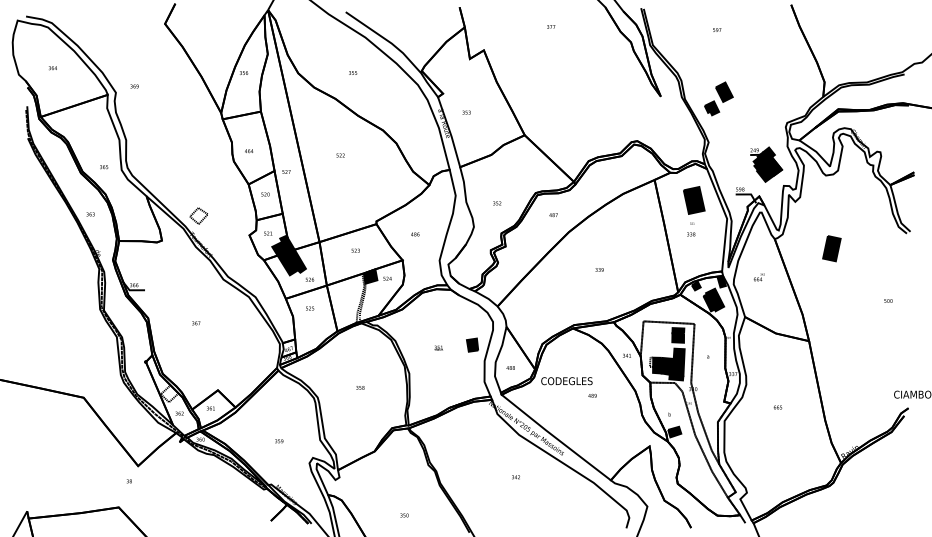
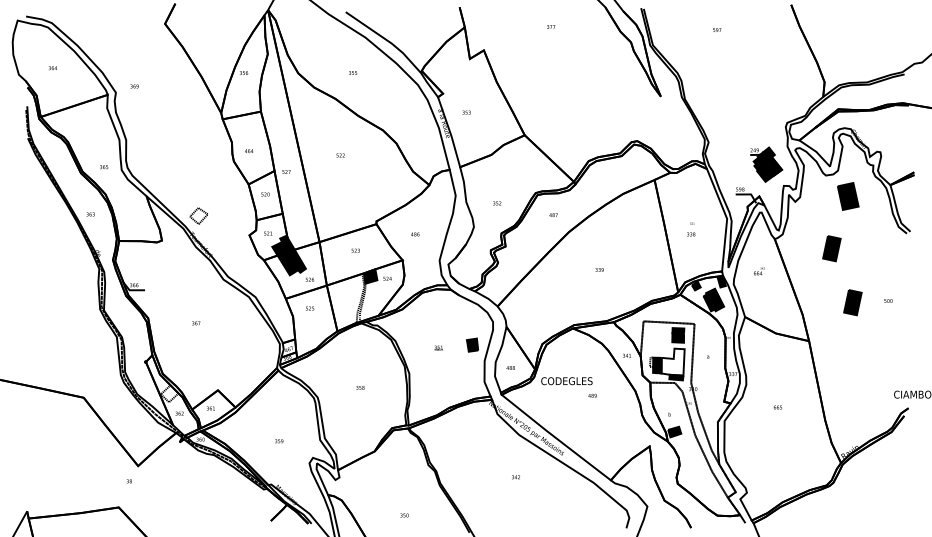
part at (718, 98): present -> none
part at (694, 200) position: (694, 200) -> (848, 196)
text at (758, 277) position: (758, 277) -> (758, 271)
part at (852, 302): none -> present
fill at (672, 361): present -> none
